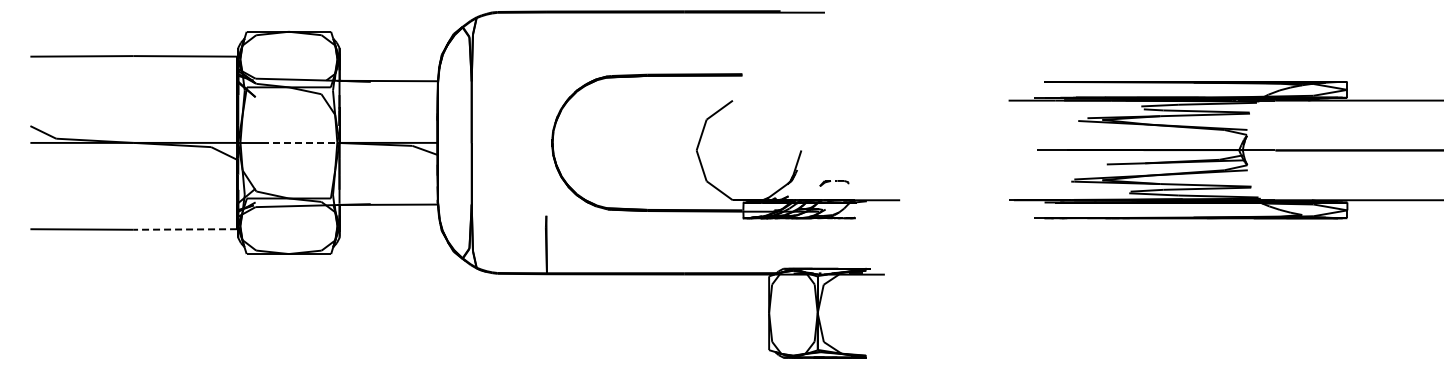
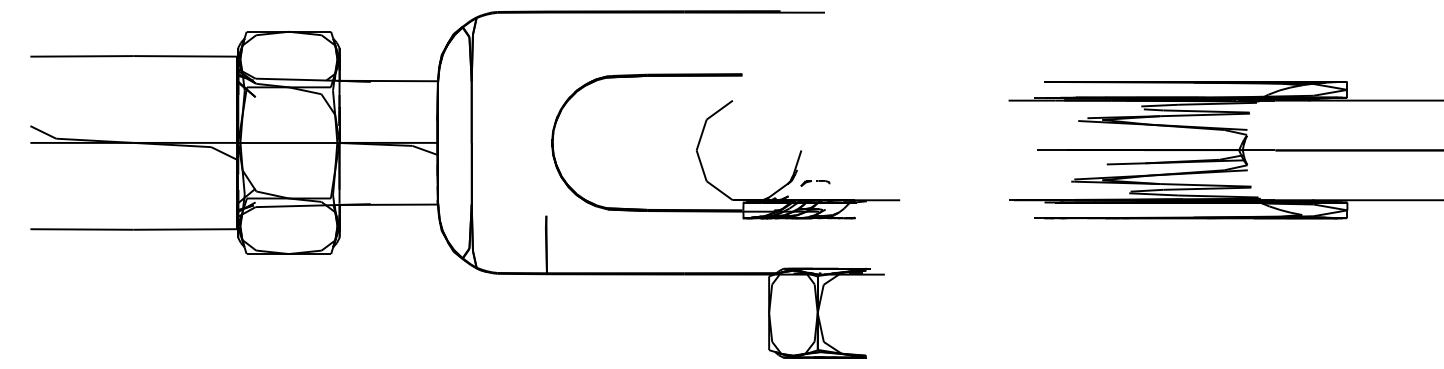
line at (299, 142): dashed -> solid
part at (834, 183) position: (834, 183) -> (815, 183)
line at (185, 229): dashed -> solid
